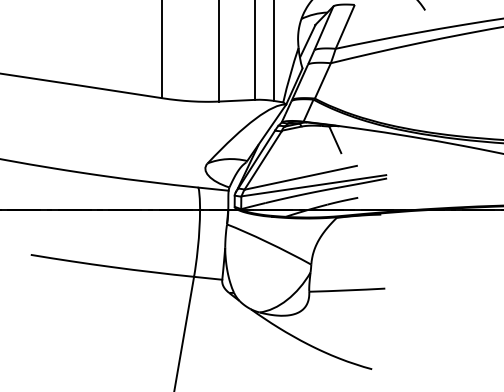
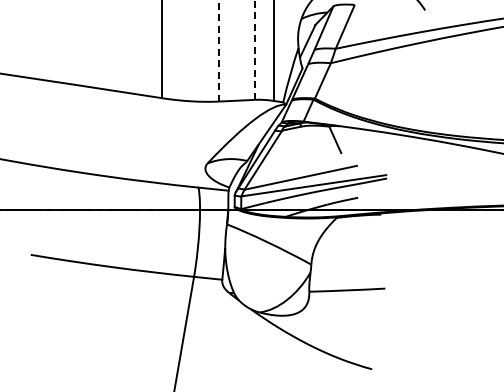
line at (219, 50): solid -> dashed
line at (255, 50): solid -> dashed
